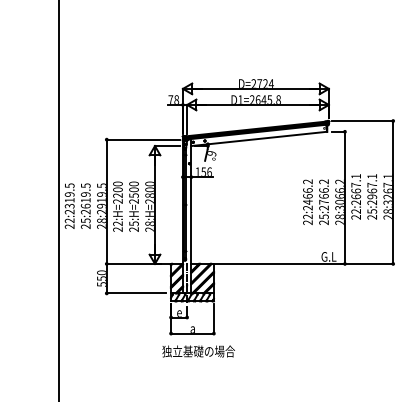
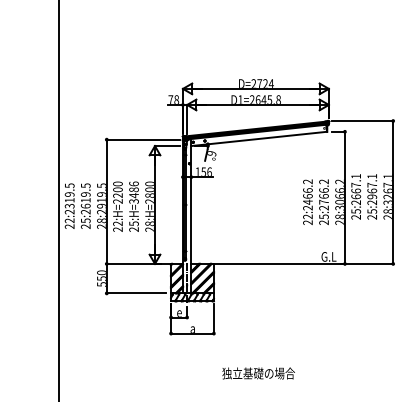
text at (133, 192): 25:H=2500 -> 25:H=3486
text at (356, 211): 22:2667.1 -> 25:2667.1
text at (198, 351) position: (198, 351) -> (258, 373)
